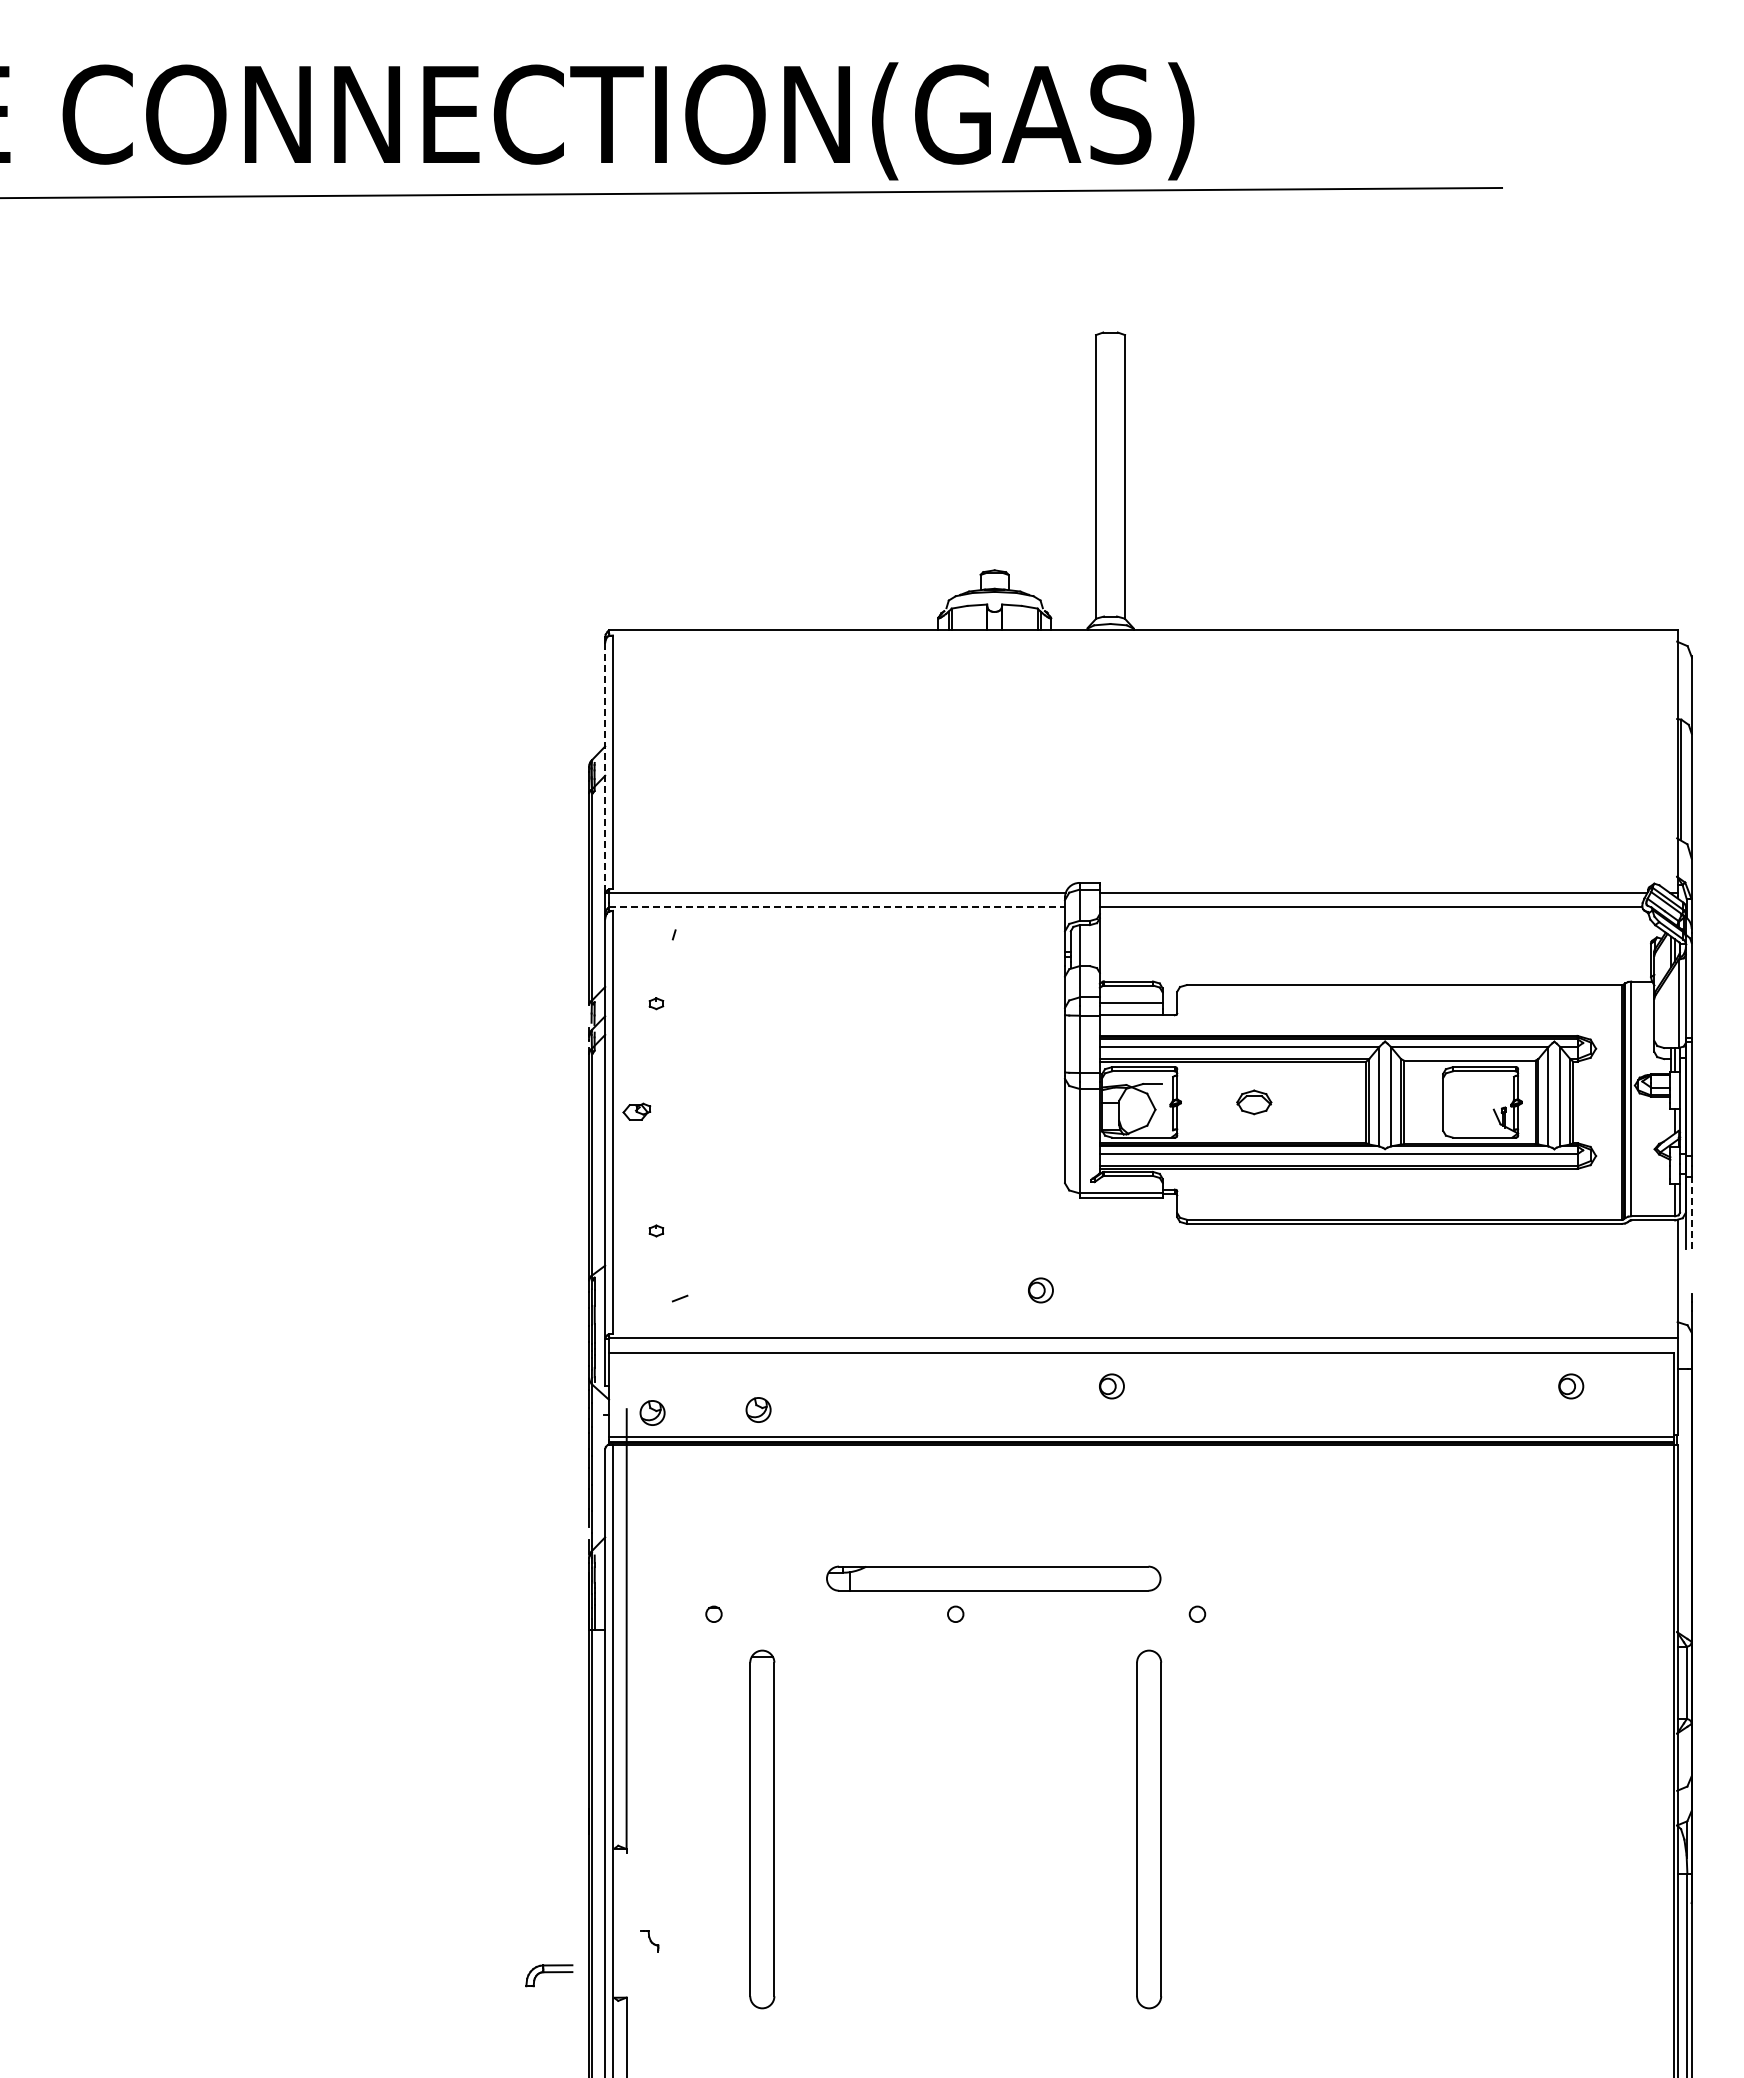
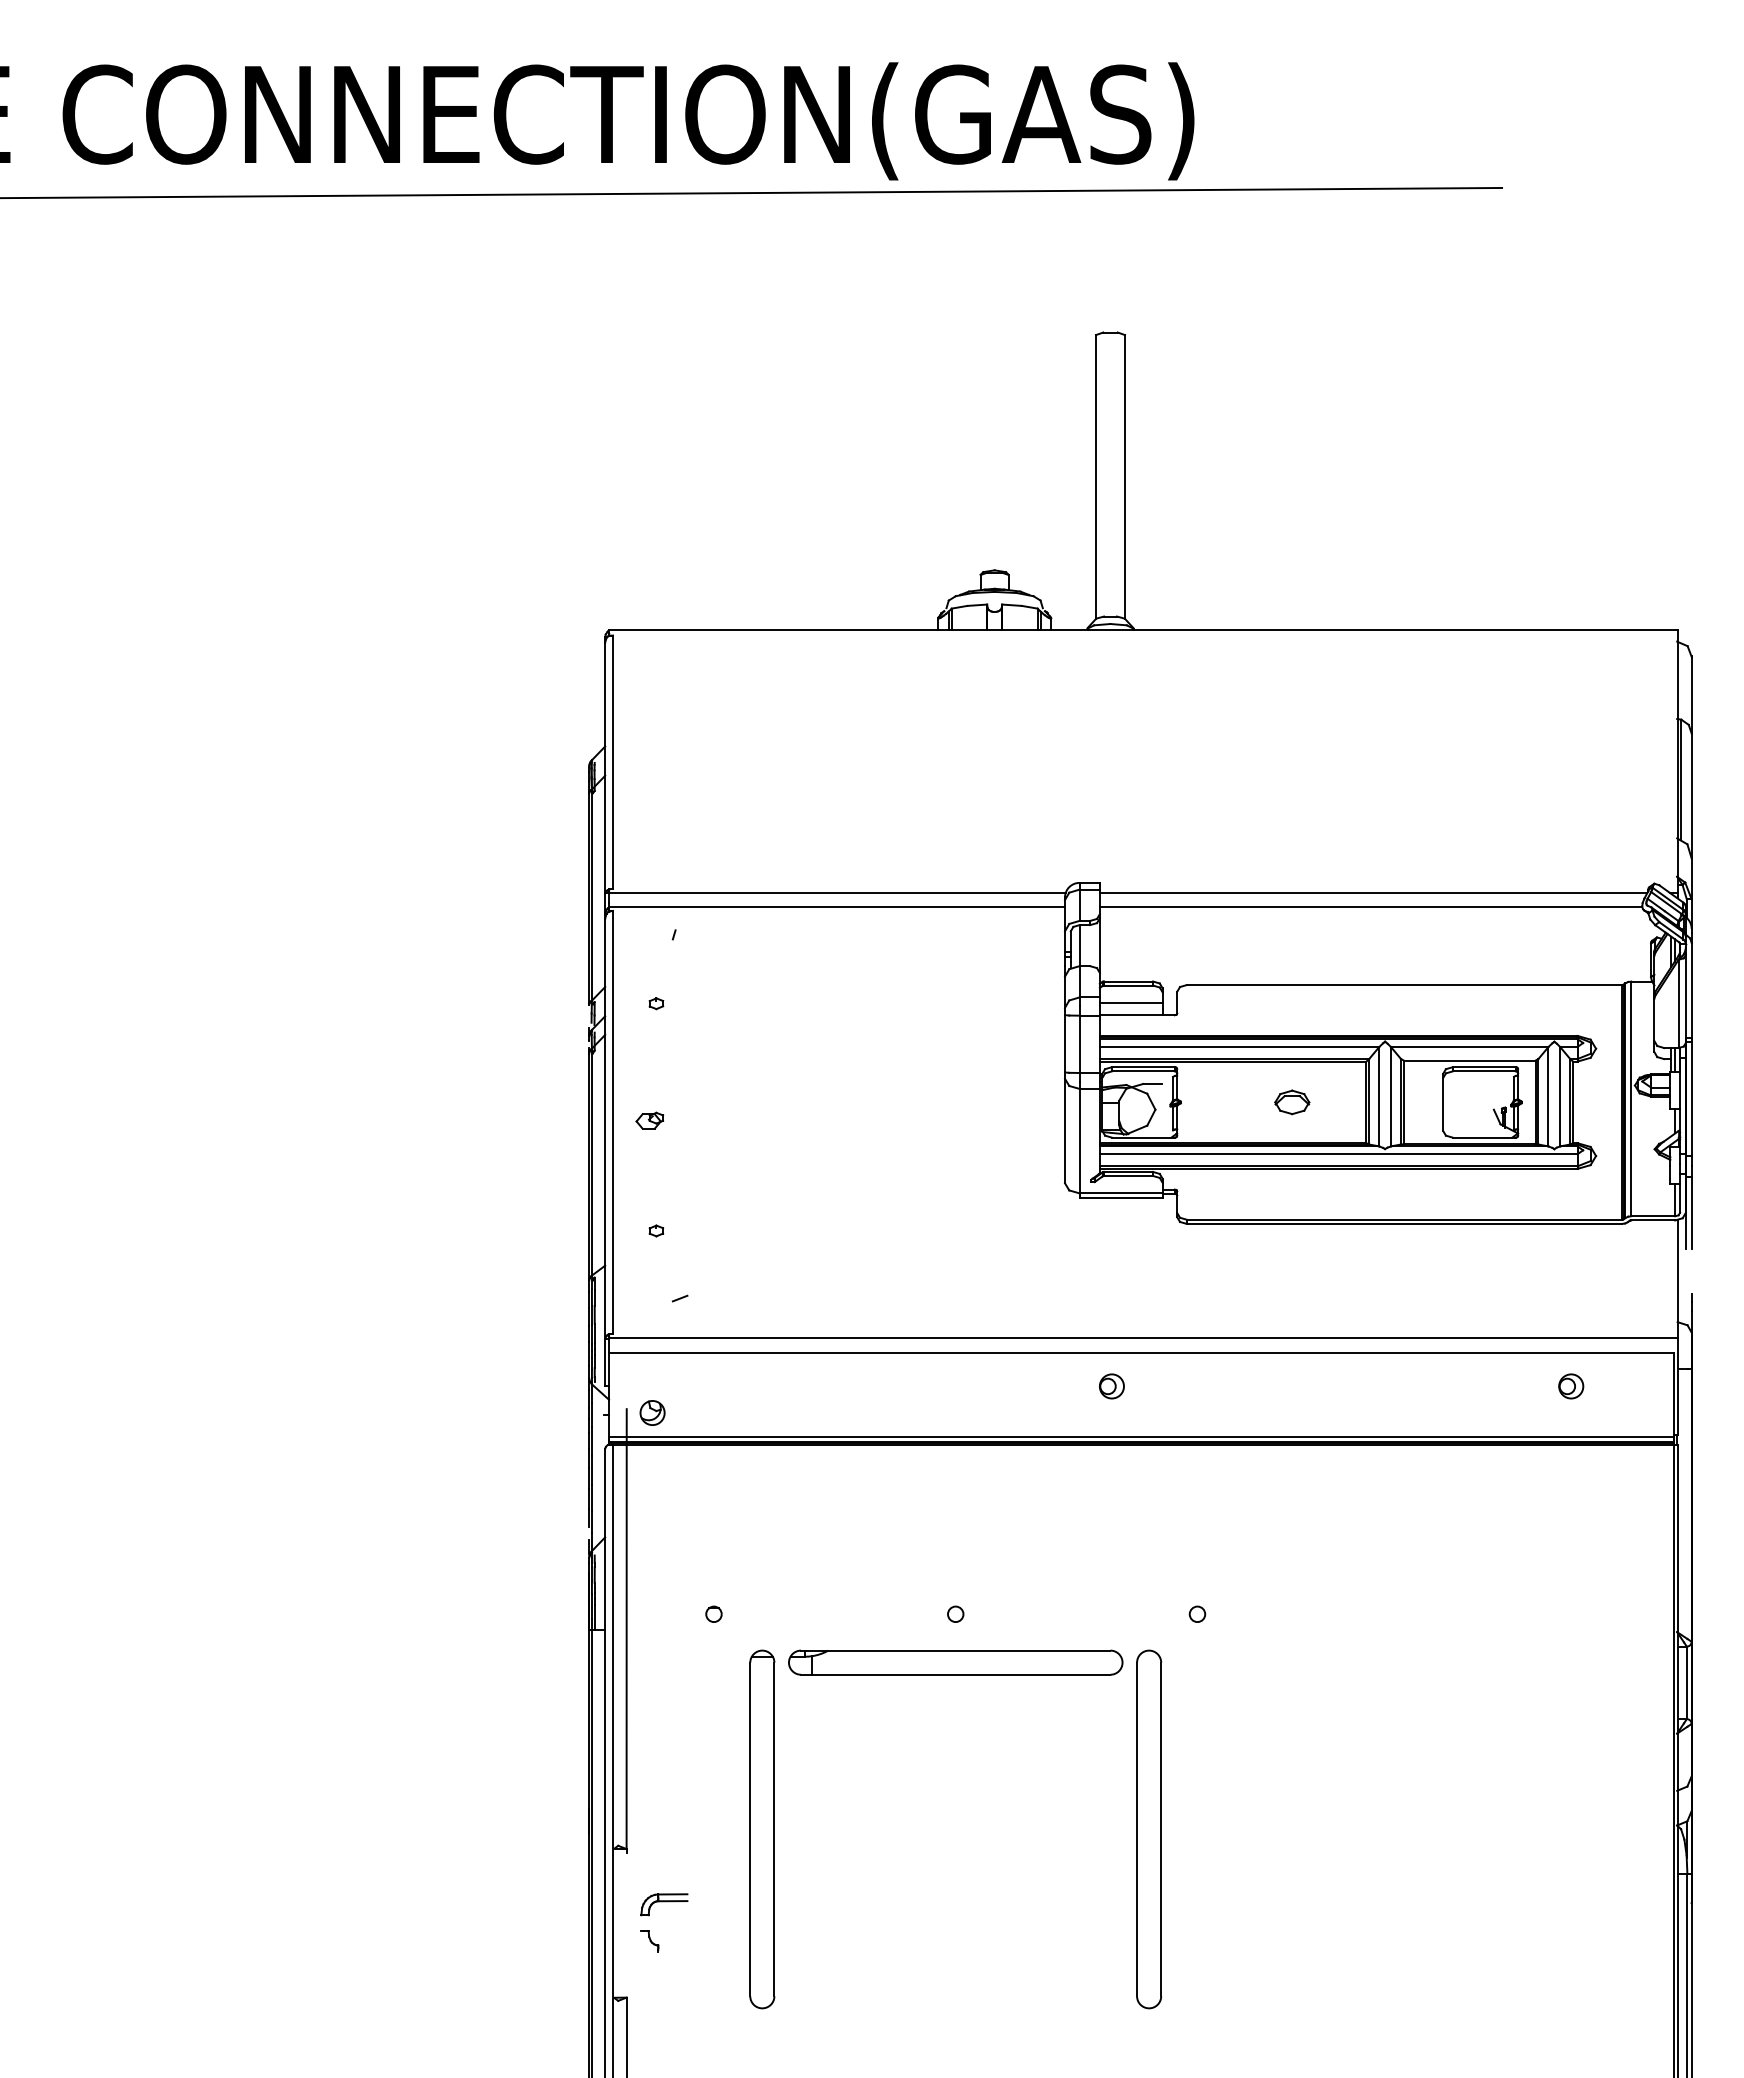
line at (605, 768): dashed -> solid
line at (837, 906): dashed -> solid
part at (1254, 1102) position: (1254, 1102) -> (1292, 1102)
part at (636, 1111) position: (636, 1111) -> (649, 1120)
line at (1691, 1212): dashed -> solid
part at (1040, 1290): present -> none
part at (758, 1409): present -> none
part at (993, 1578) position: (993, 1578) -> (955, 1662)
part at (549, 1975) position: (549, 1975) -> (664, 1904)
